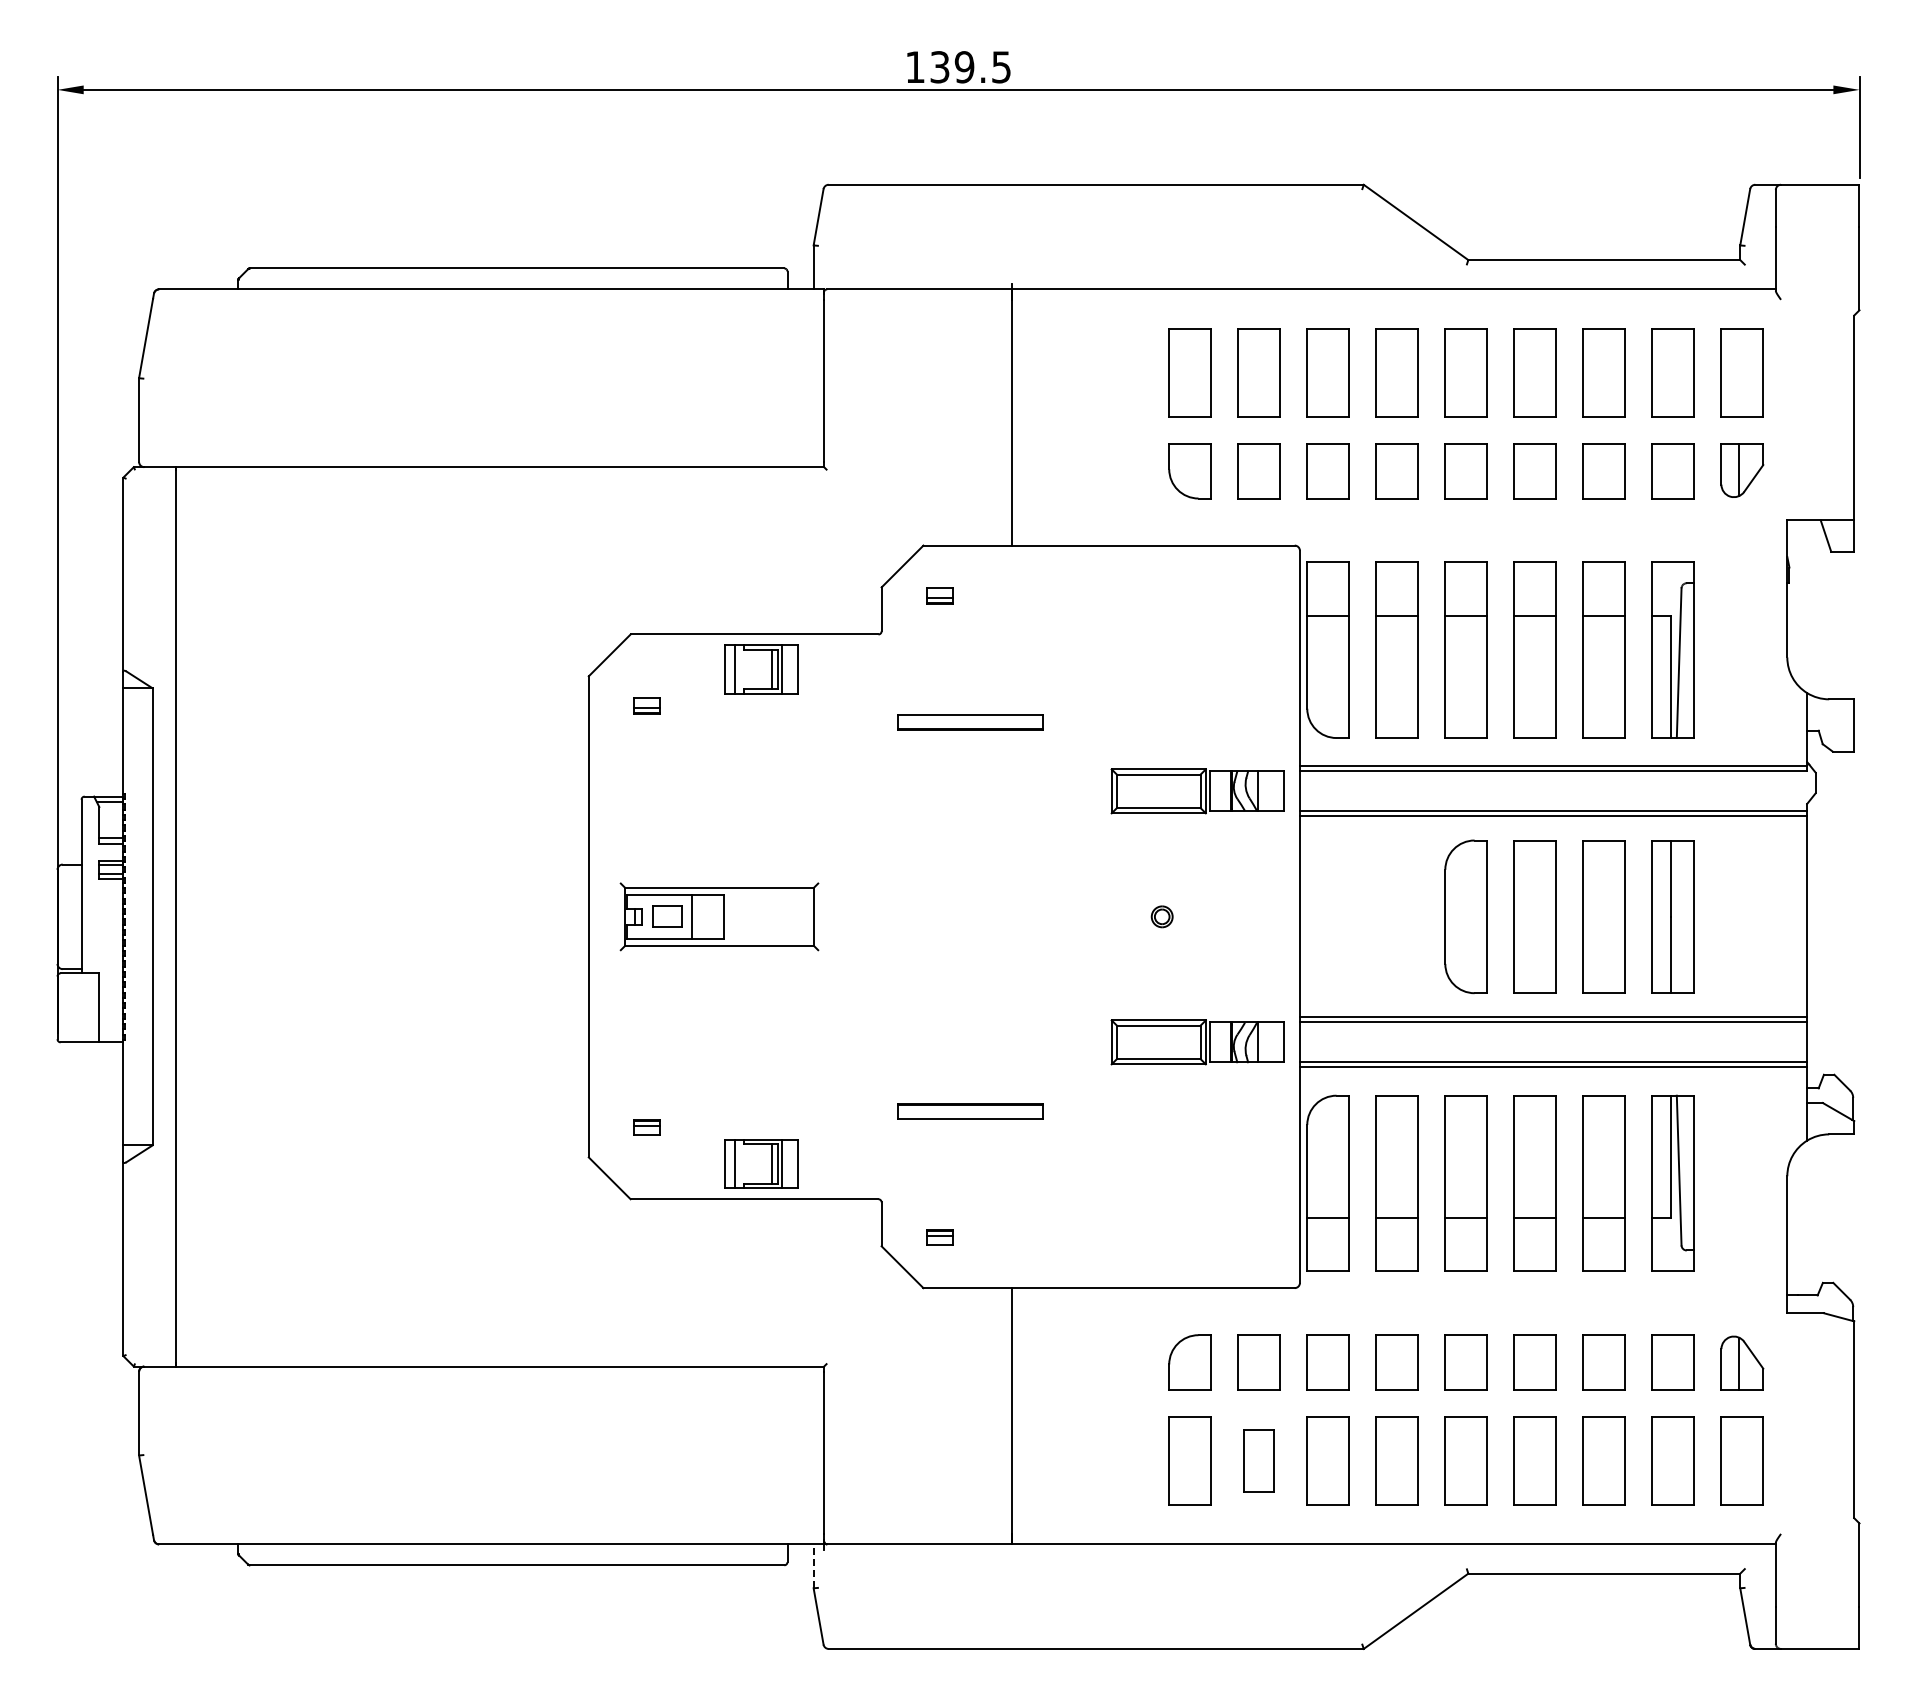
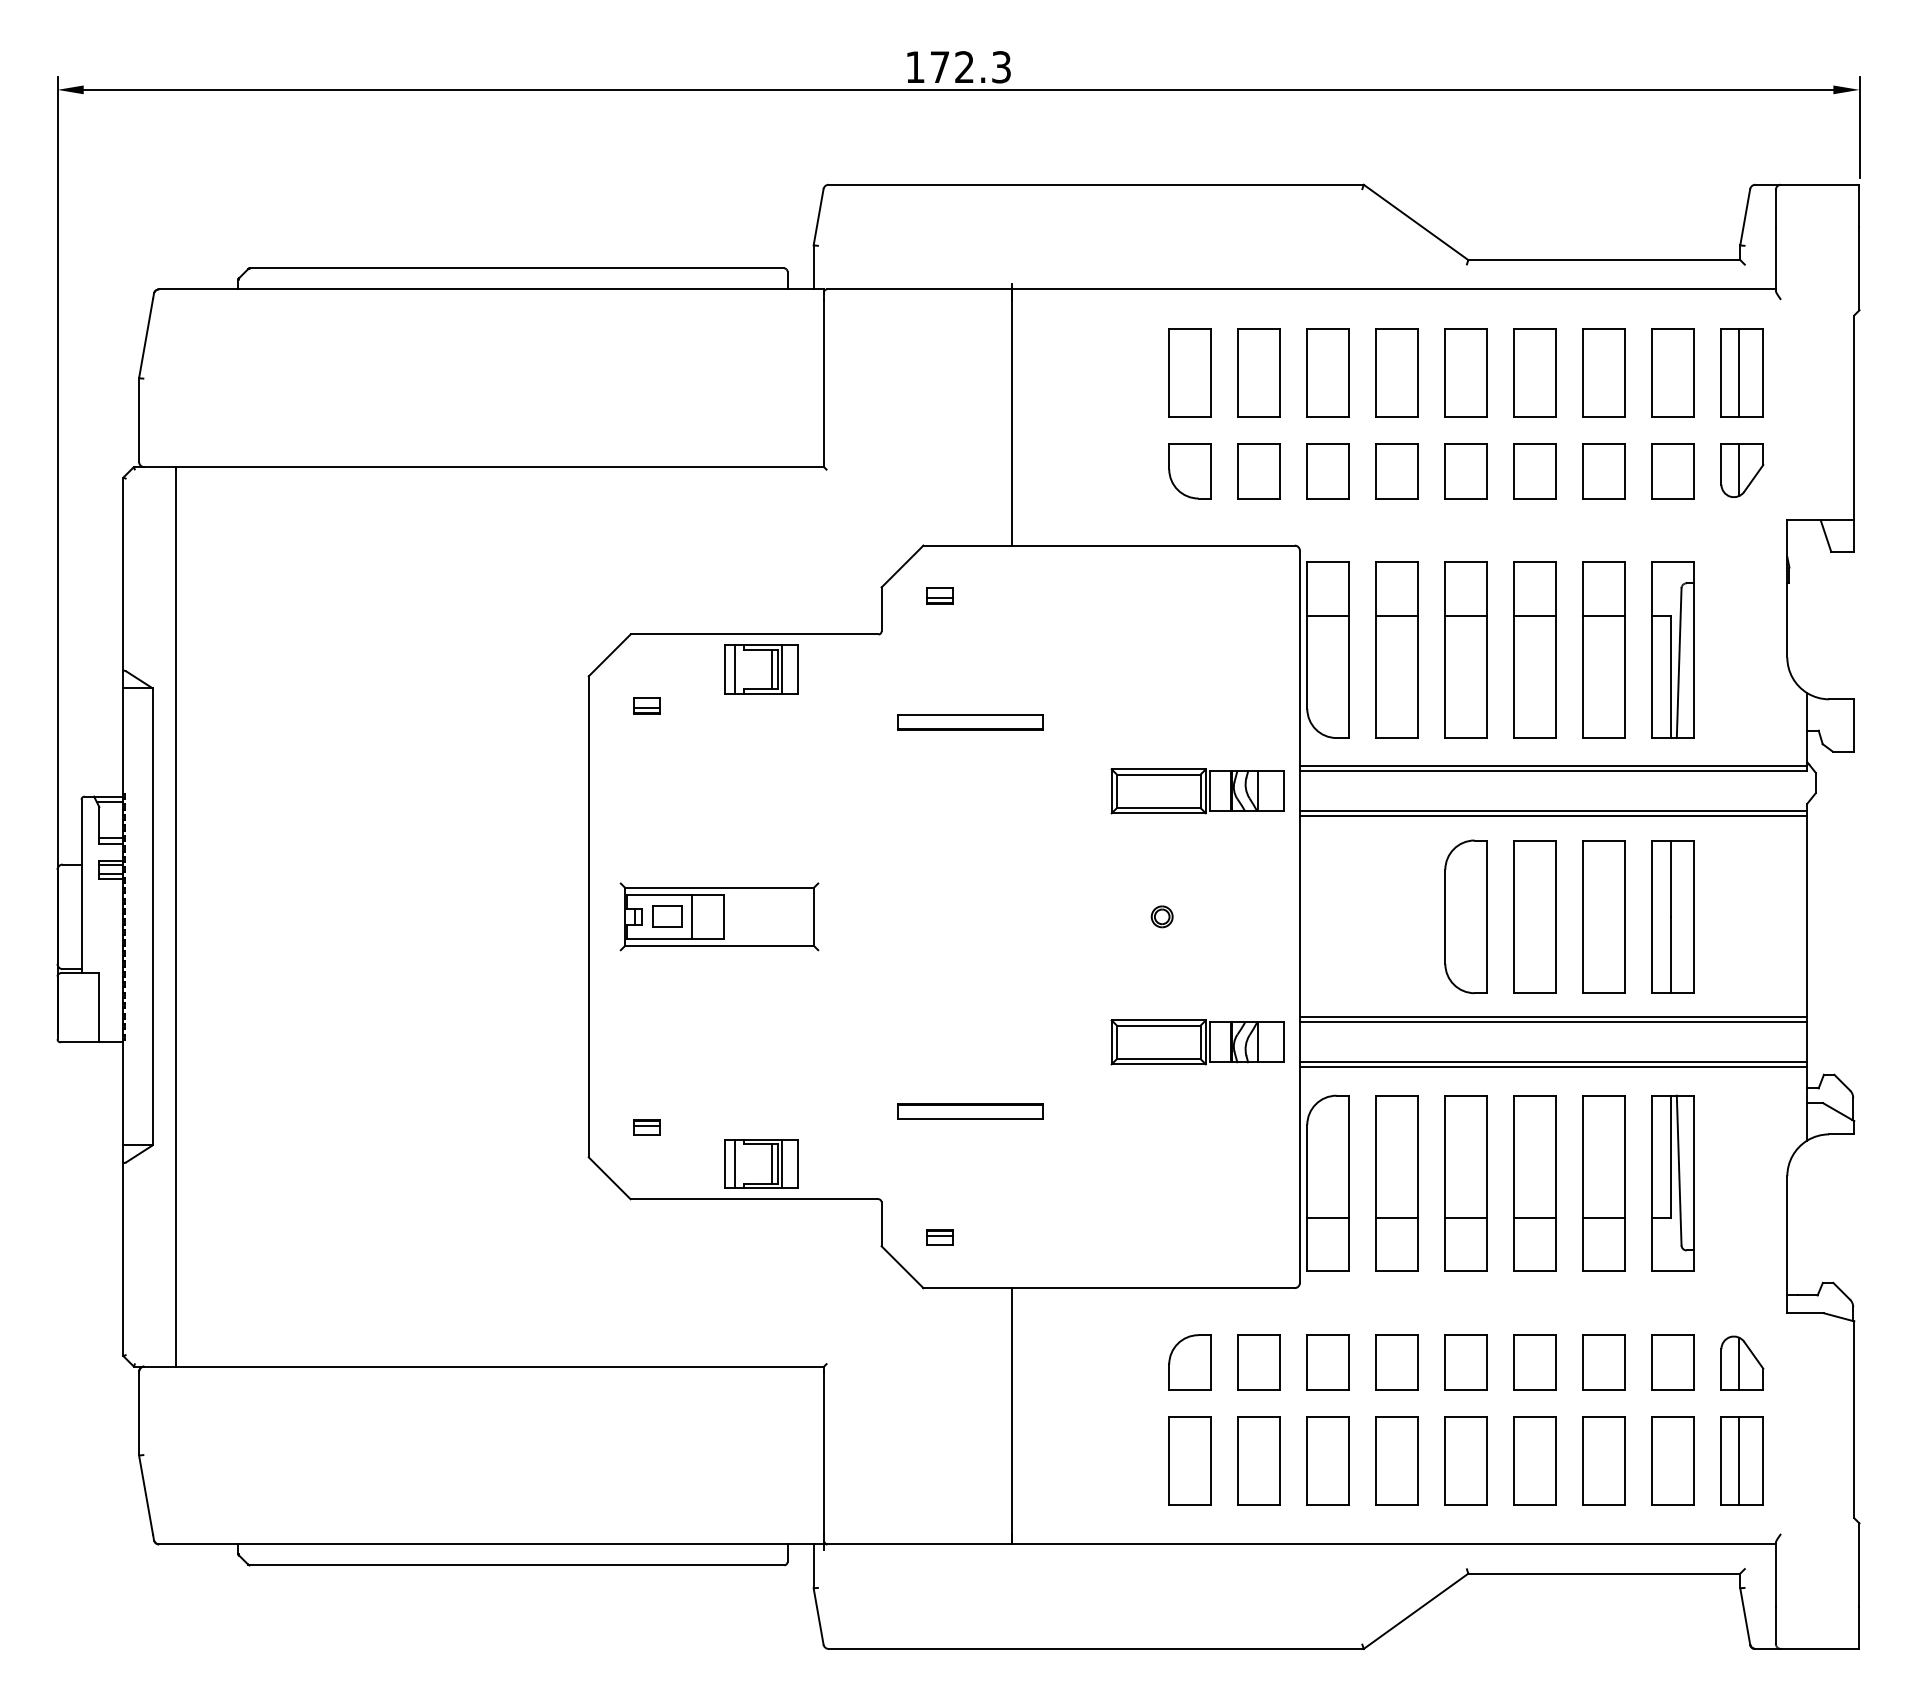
text at (970, 67): 139.5 -> 172.3
line at (1739, 372): none -> present
part at (1258, 1460) size: 32x64 px -> 44x90 px
line at (1739, 1460): none -> present
line at (813, 1566): dashed -> solid
